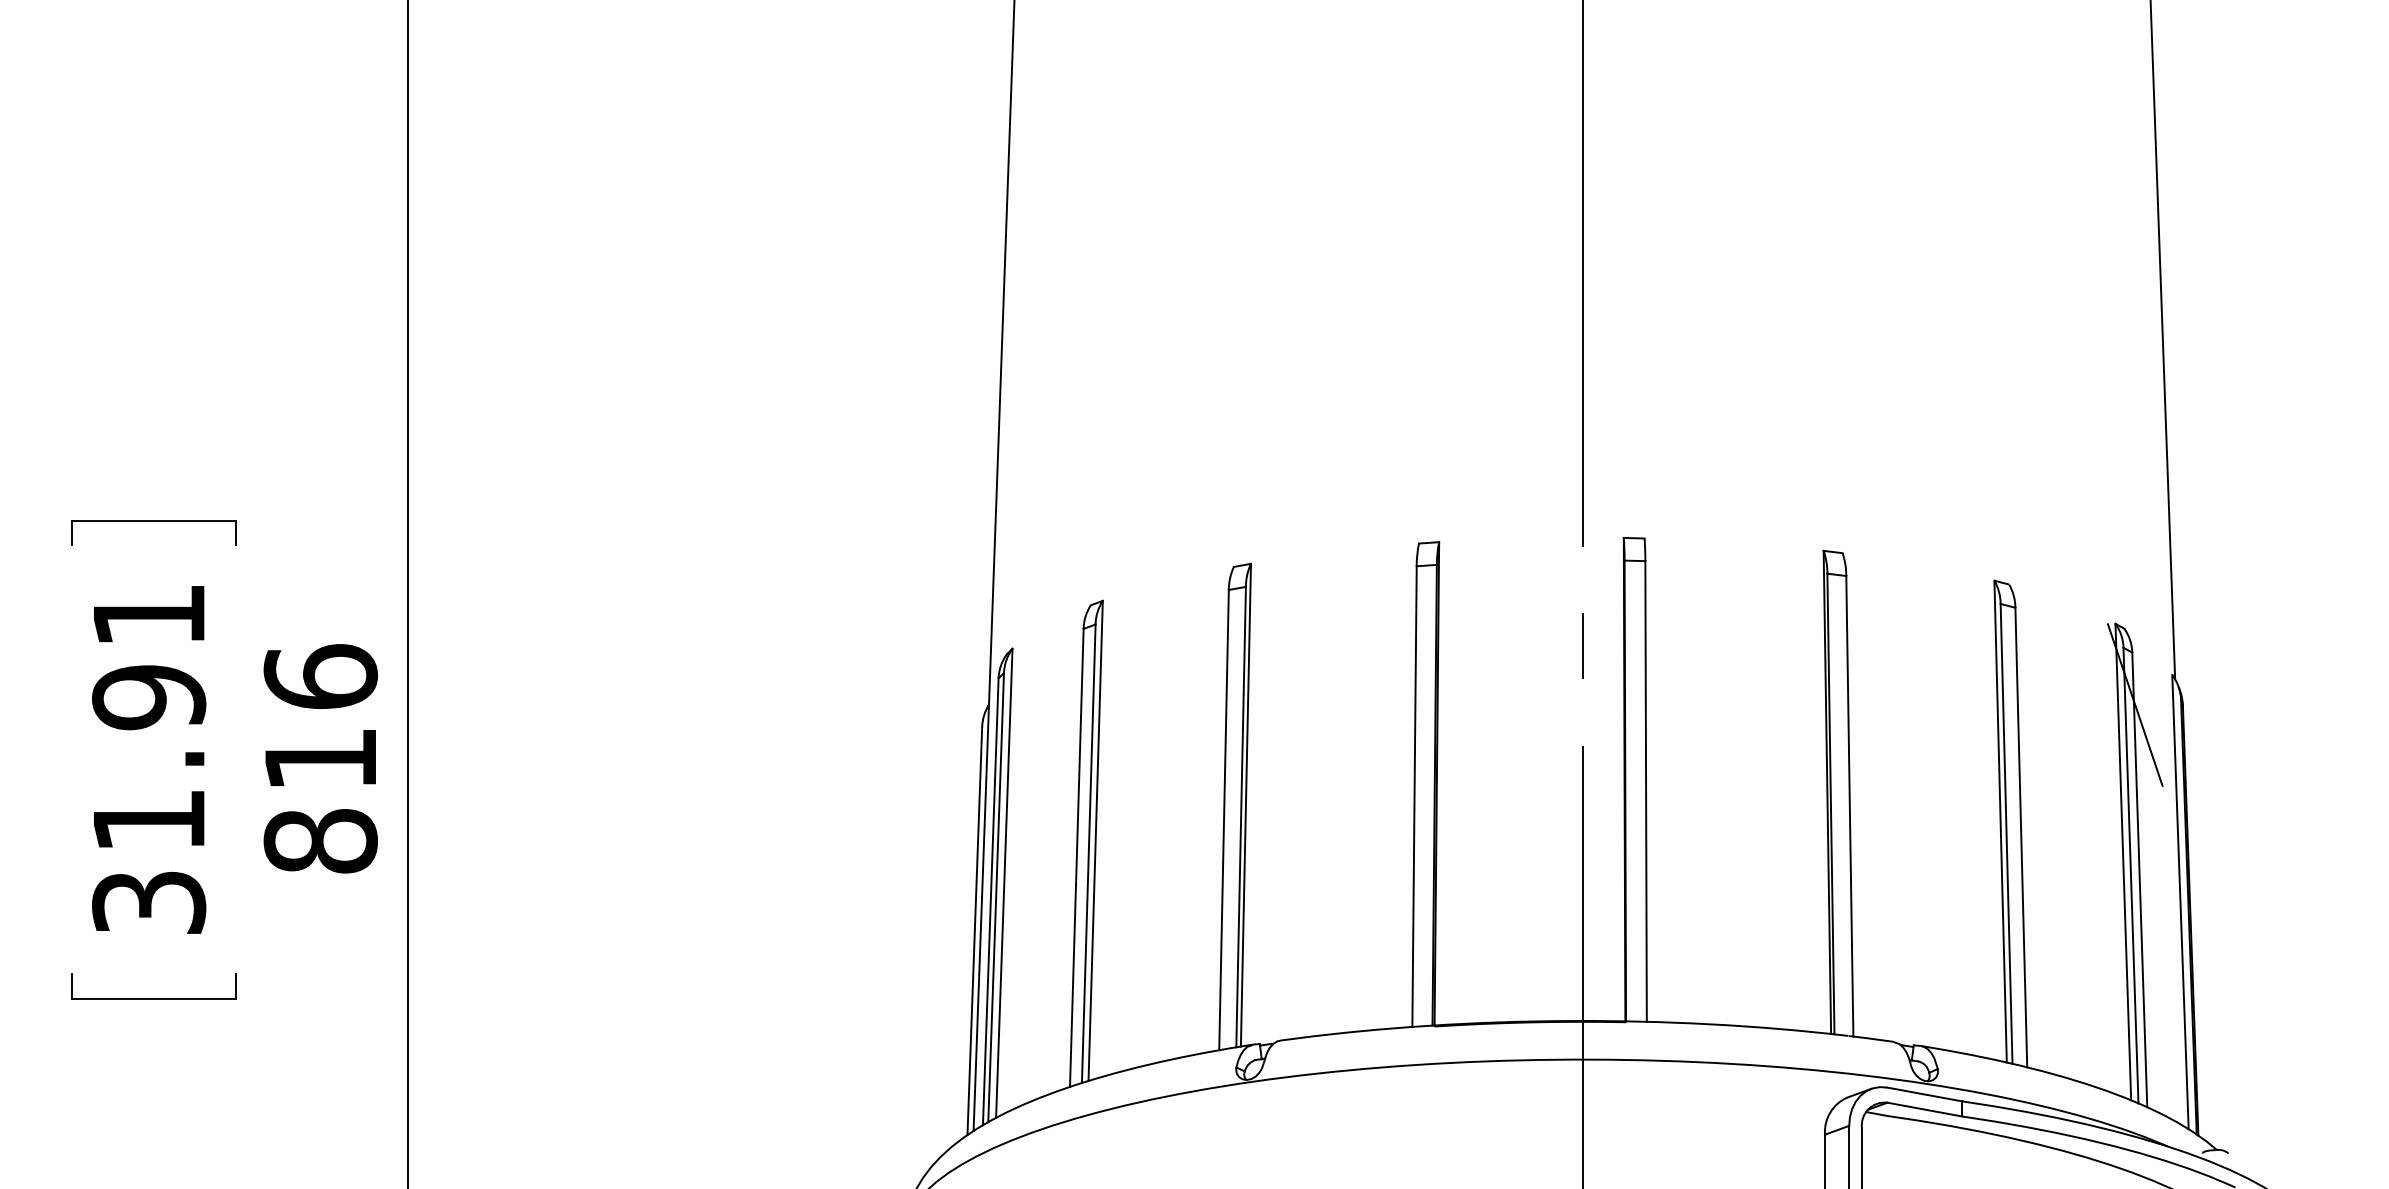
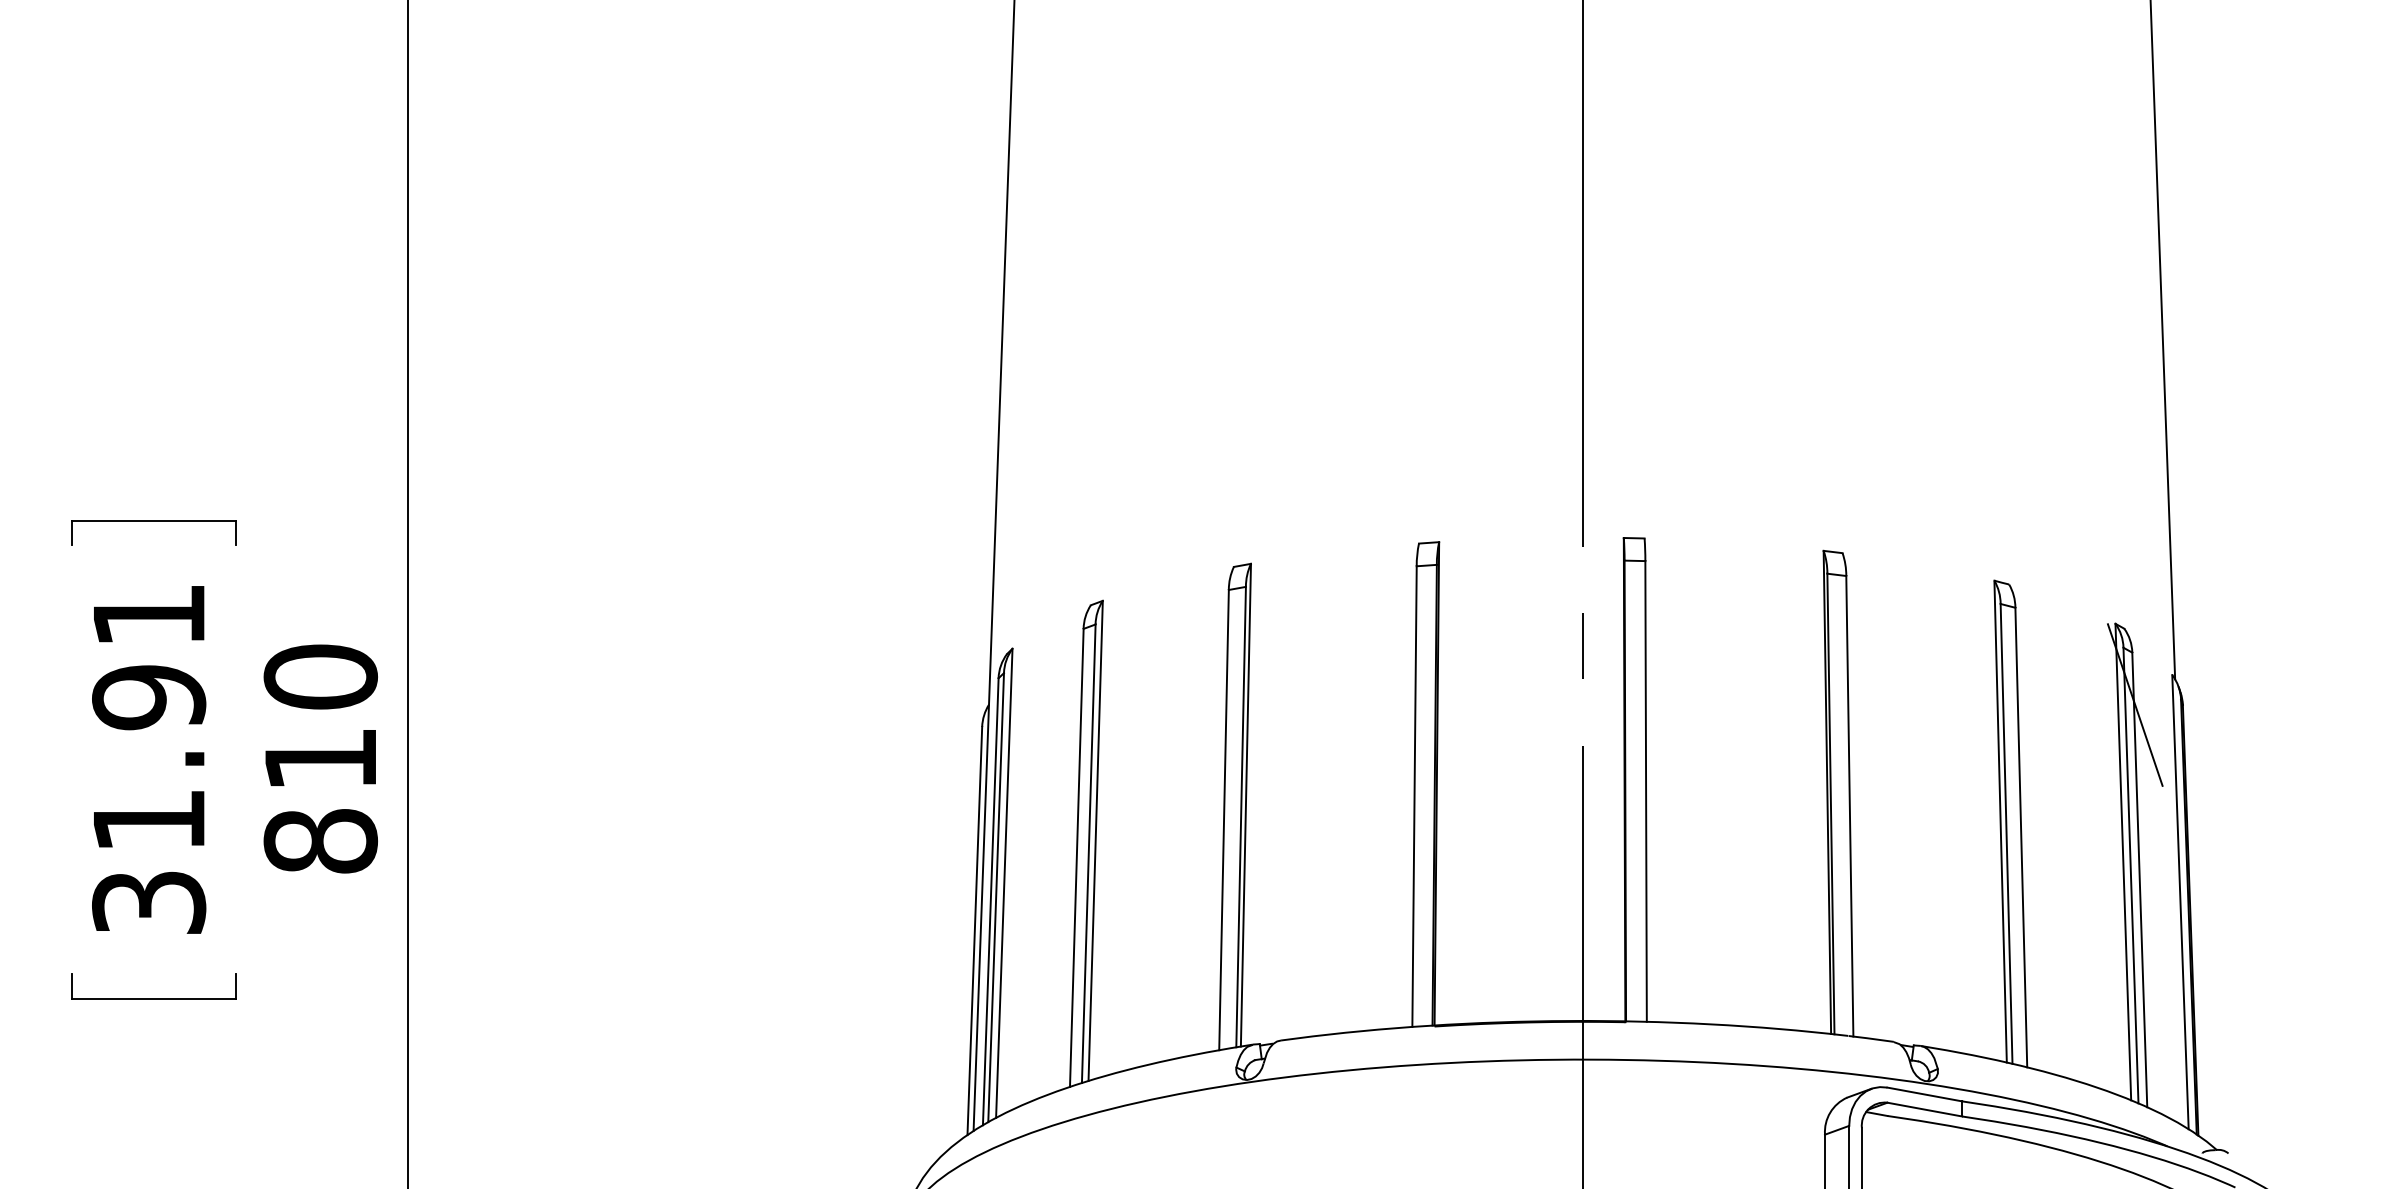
text at (320, 676): 816 -> 810
